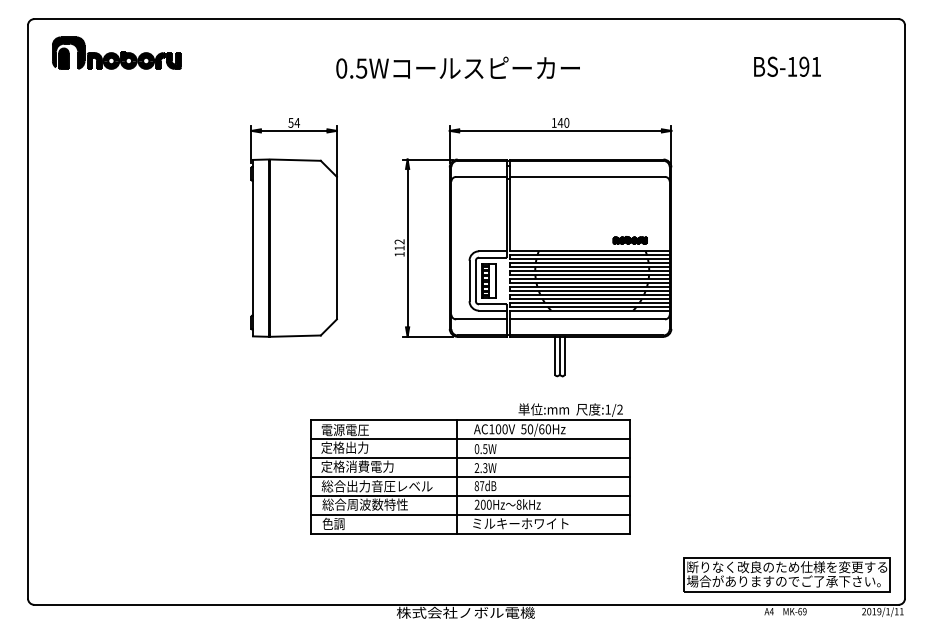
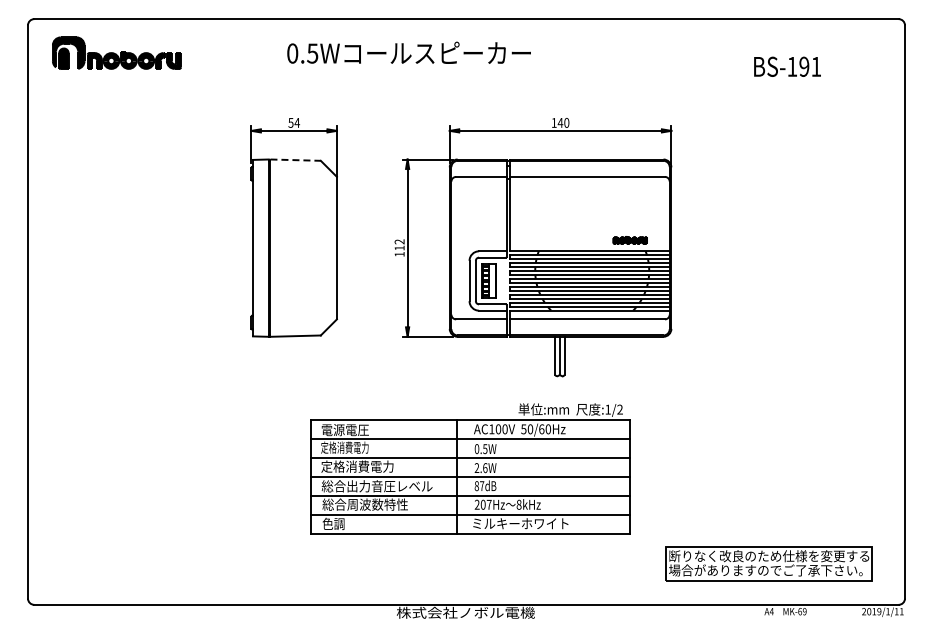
text at (457, 67) position: (457, 67) -> (408, 52)
line at (296, 160): solid -> dashed
text at (344, 447): 定格出力 -> 定格消費電力
text at (485, 468): 2.3W -> 2.6W
text at (488, 504): 200Hz -> 207Hz
part at (786, 574) position: (786, 574) -> (768, 563)
